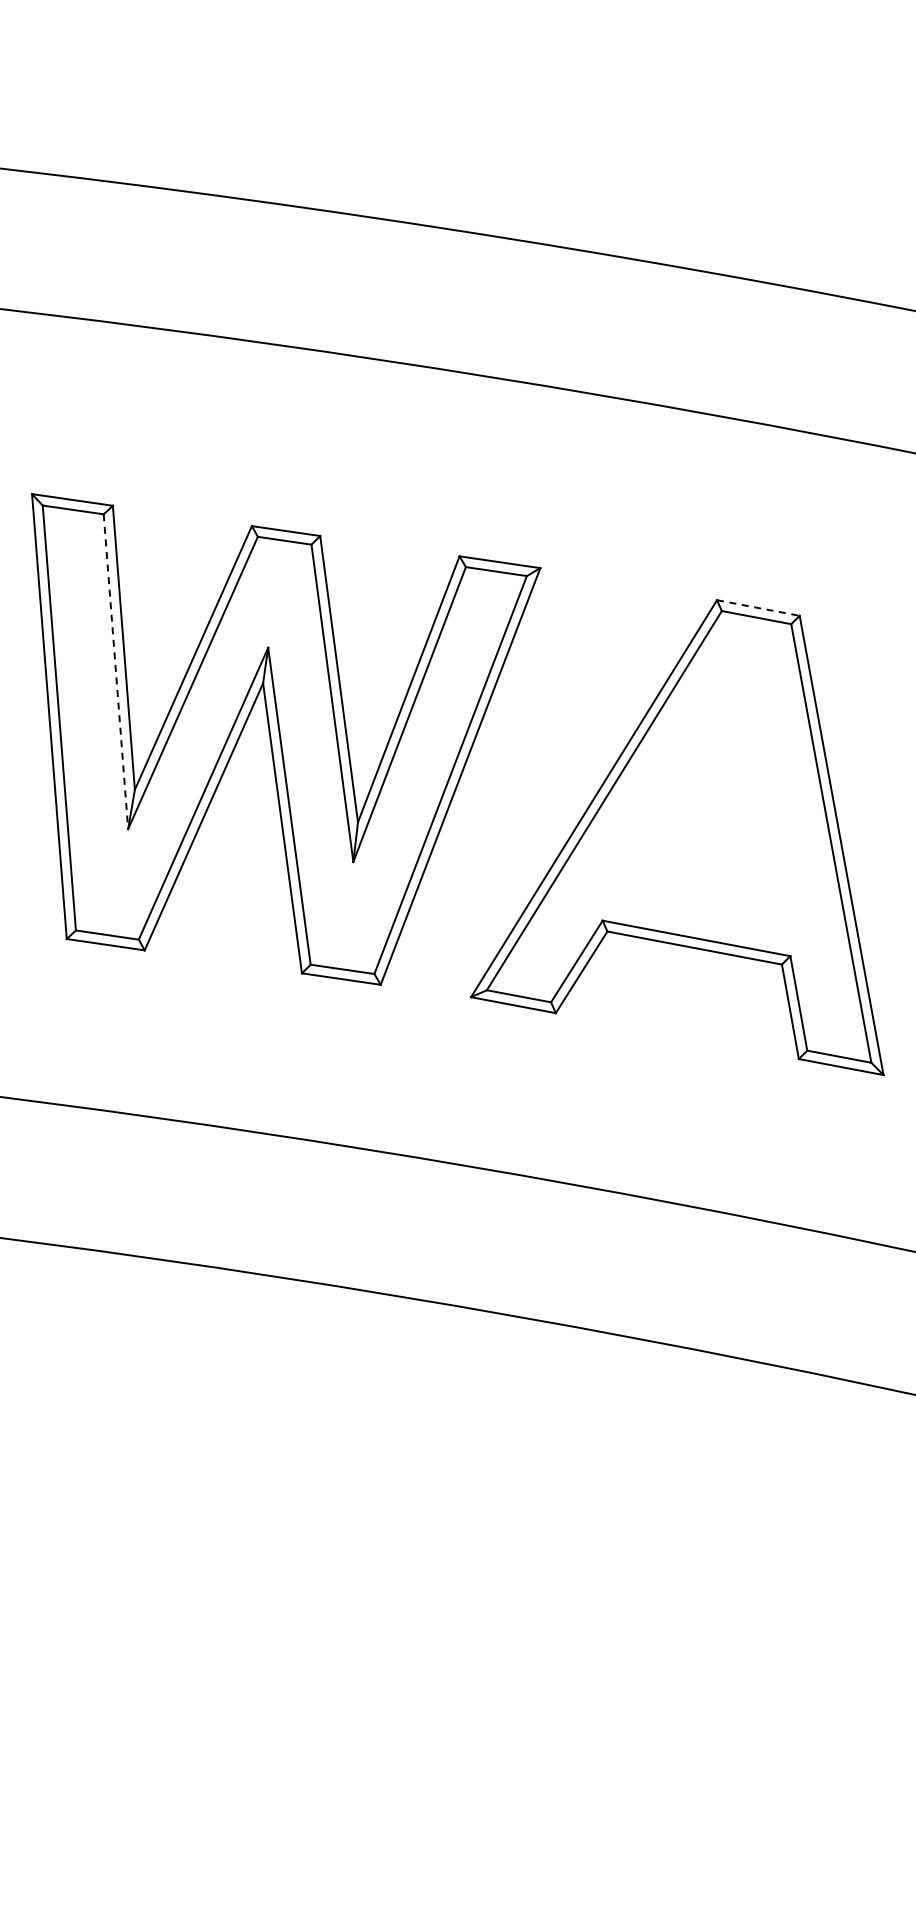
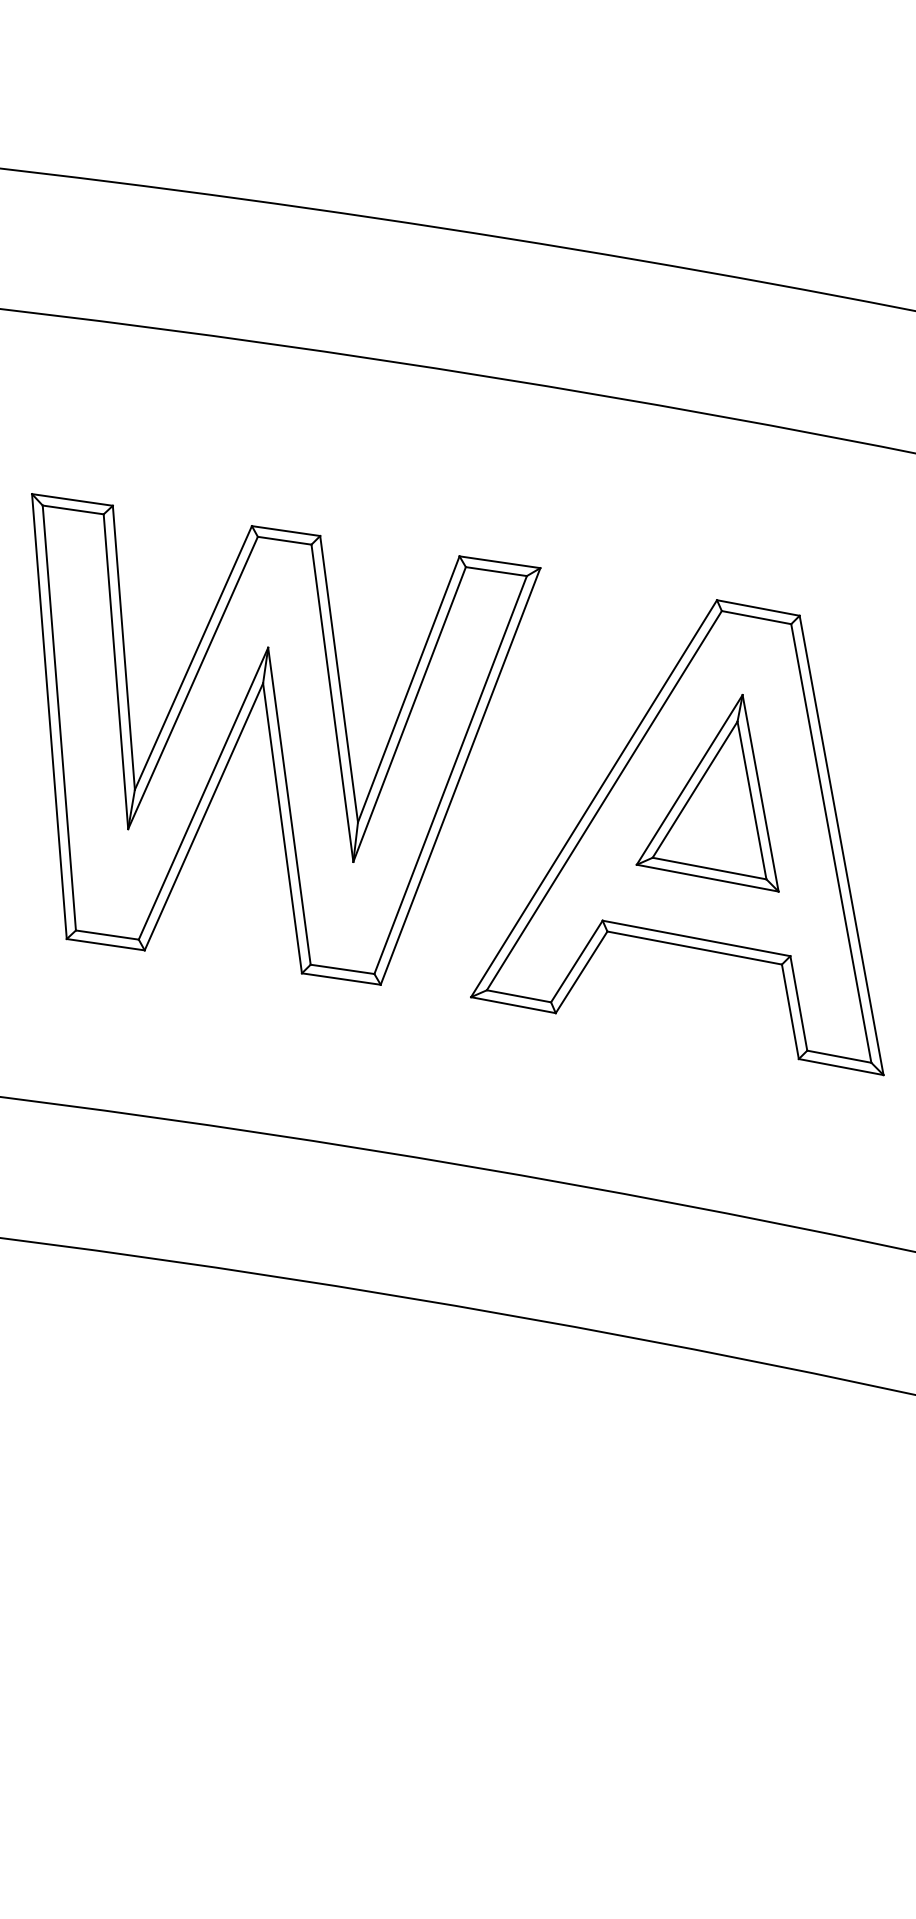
line at (758, 608): dashed -> solid
line at (115, 671): dashed -> solid
part at (707, 793): none -> present
